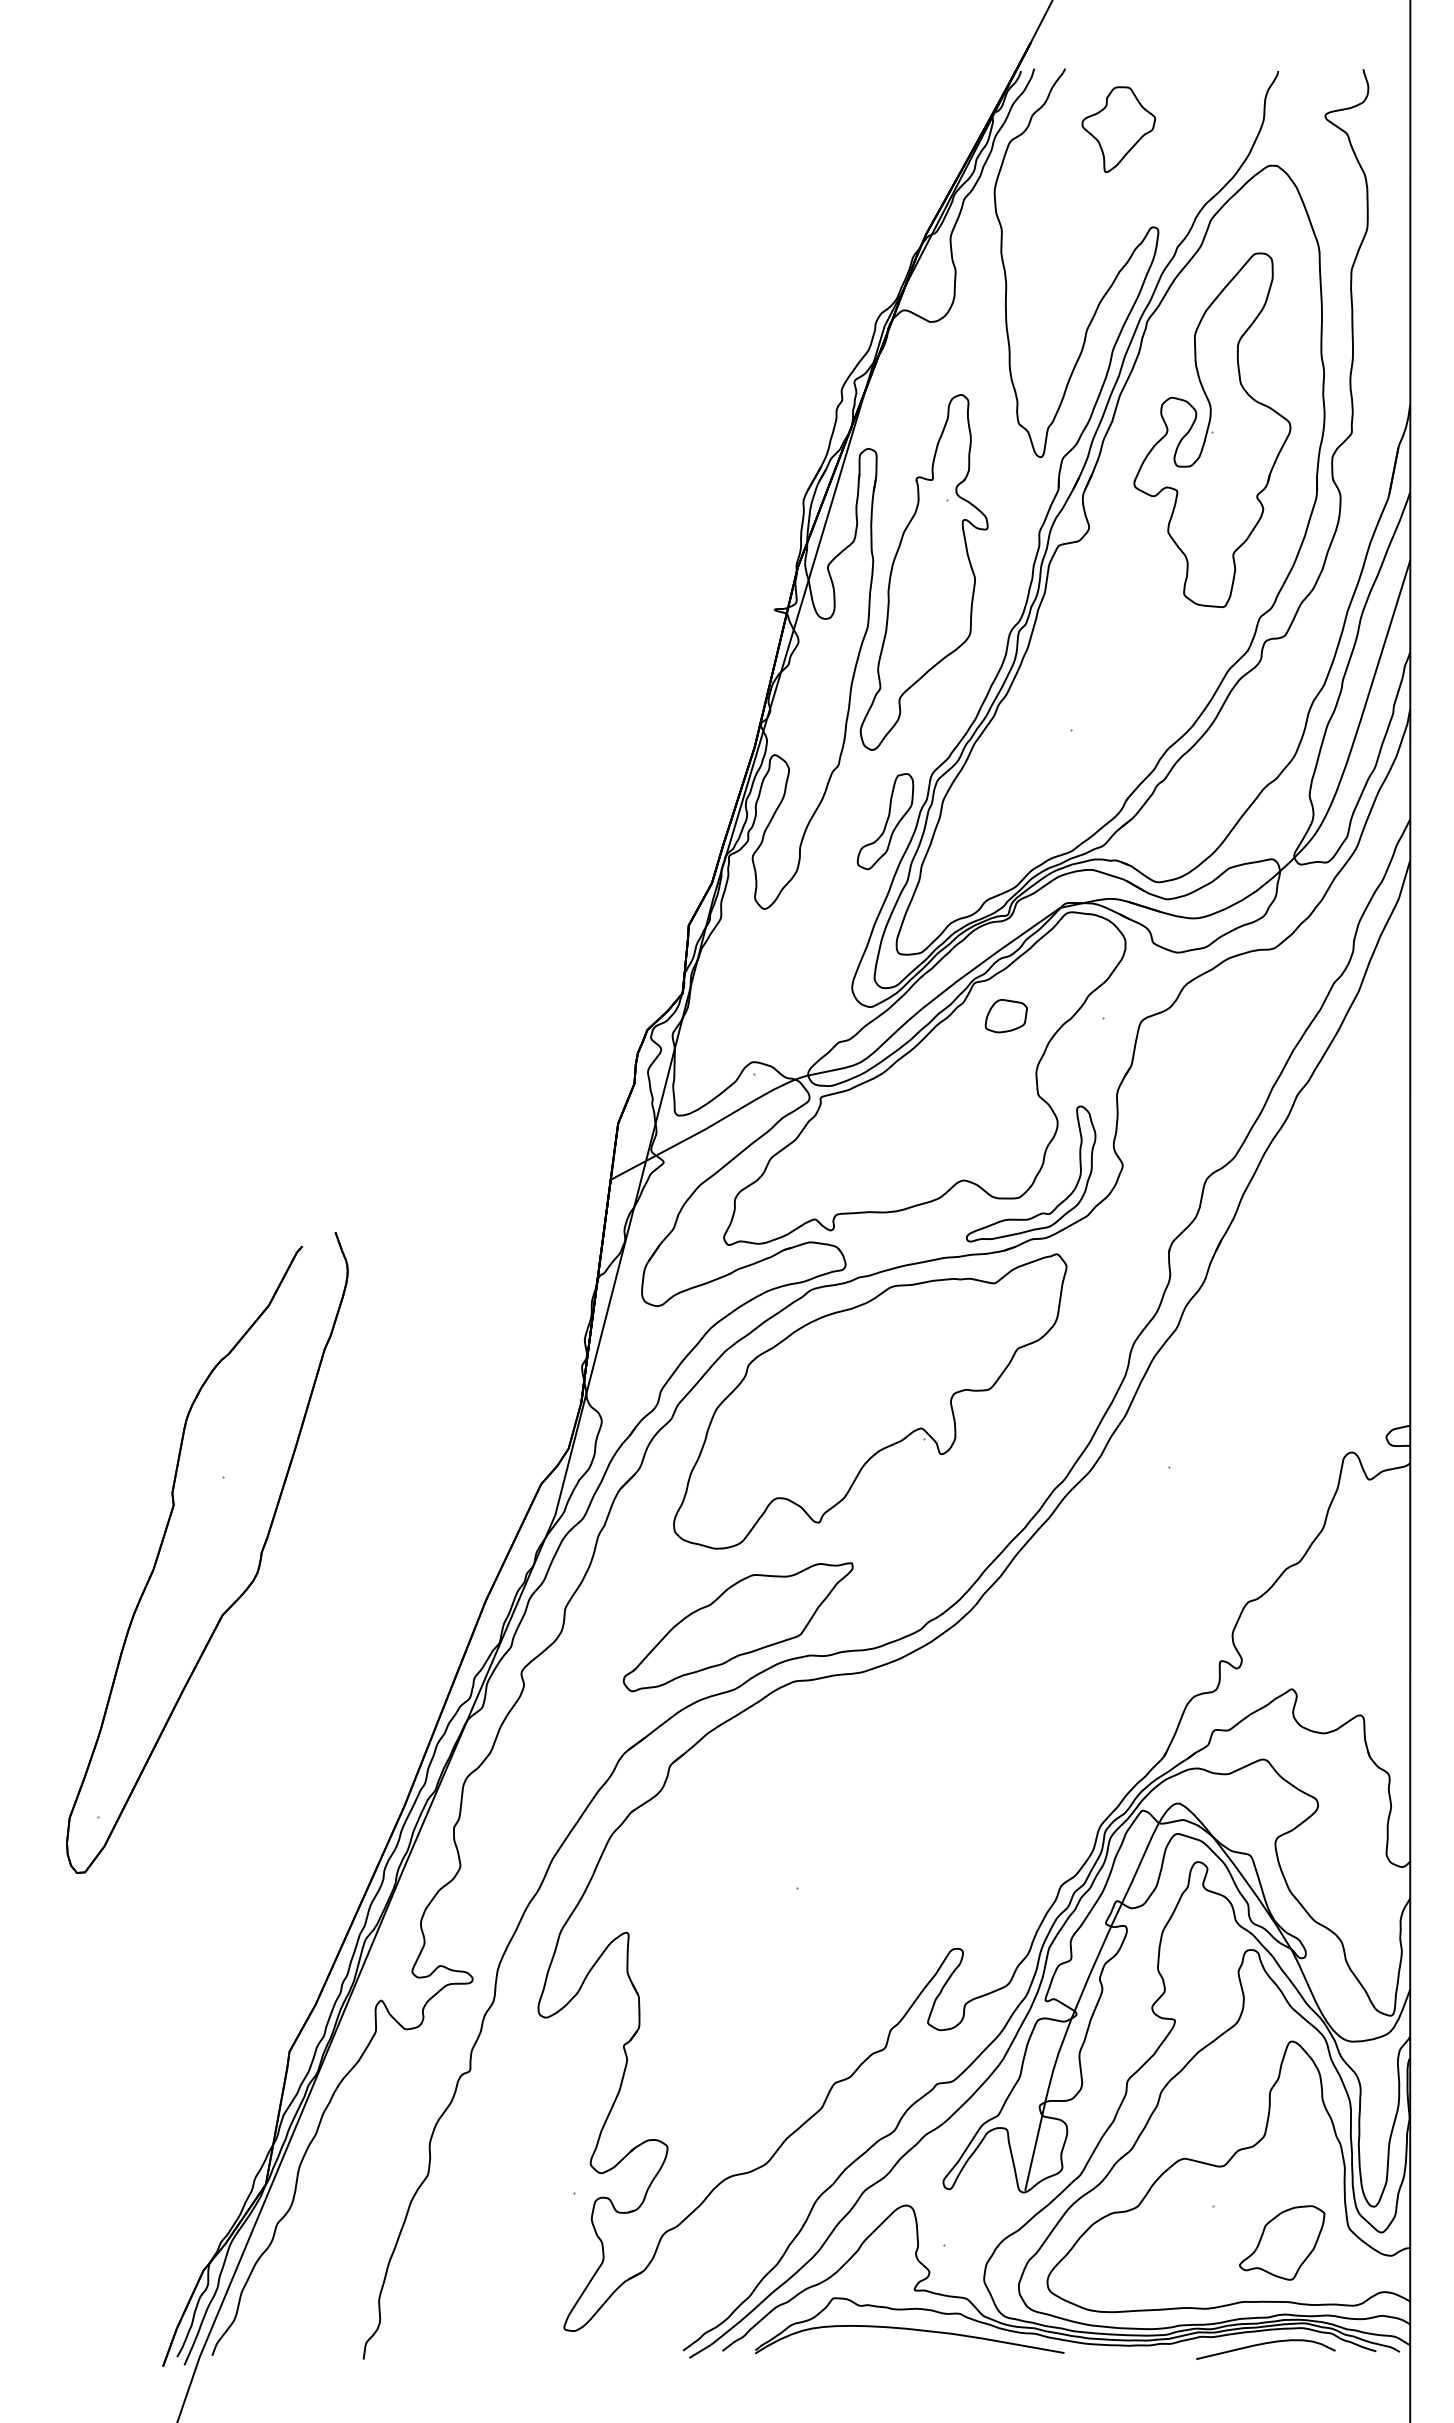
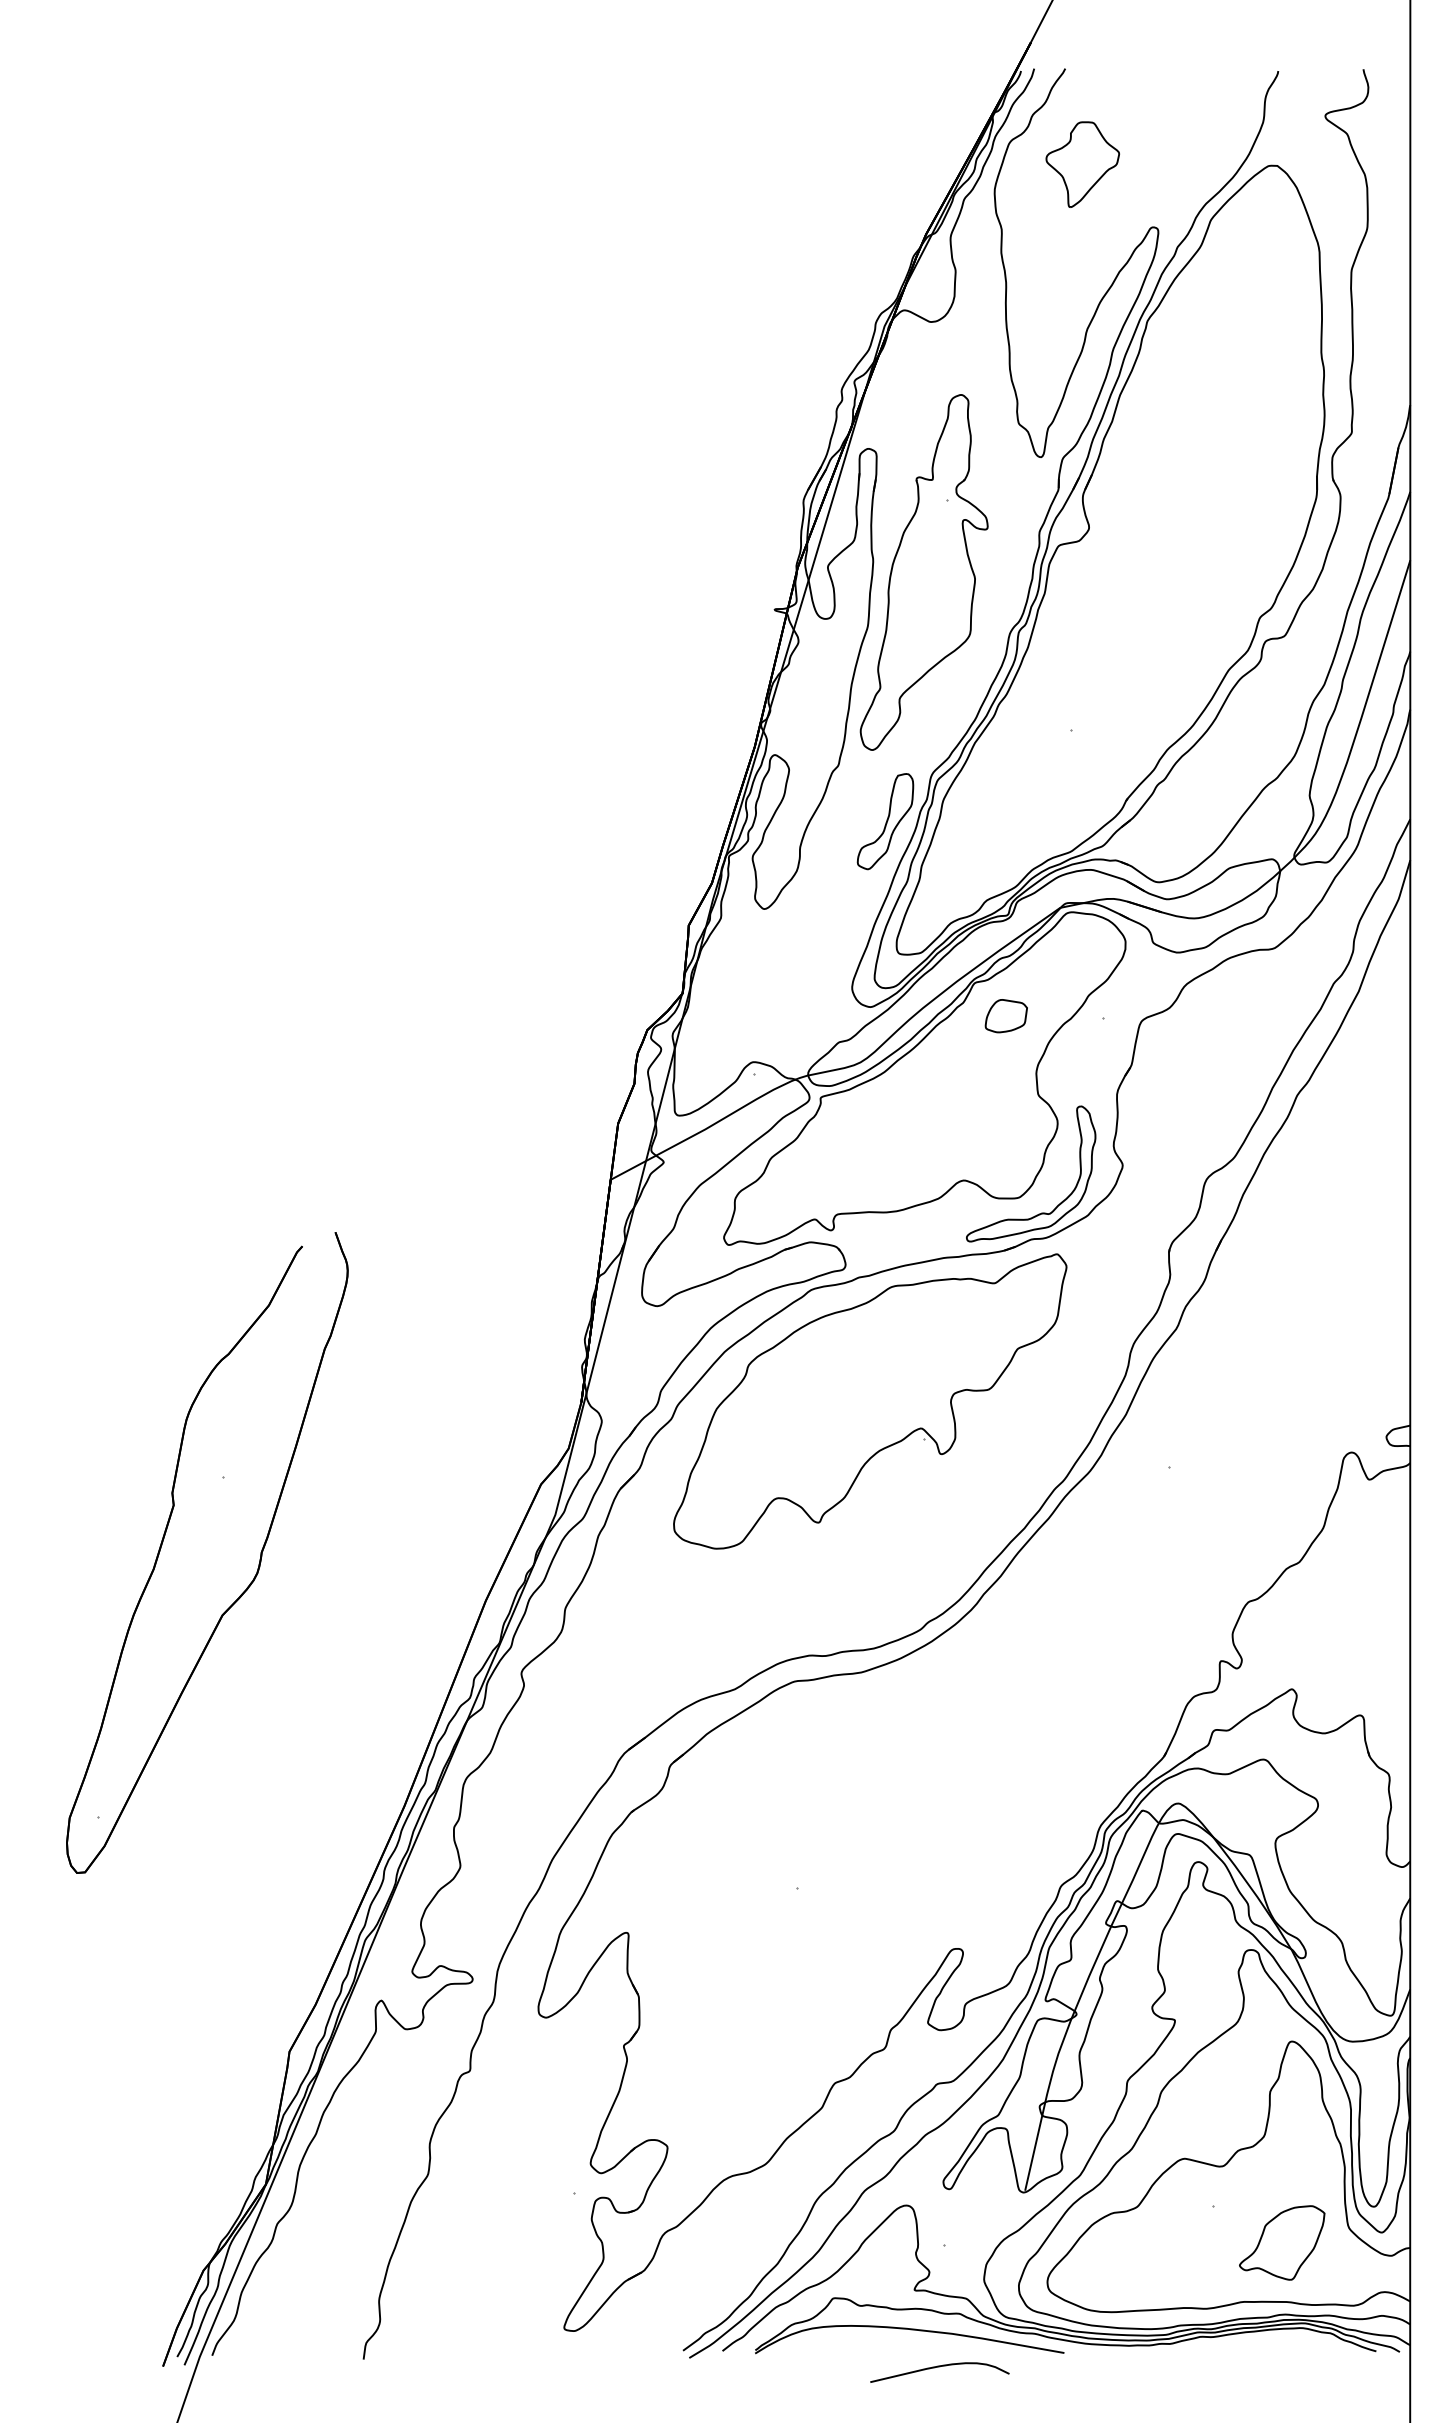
part at (1118, 129) position: (1118, 129) -> (1082, 164)
part at (1212, 430): present -> none
part at (738, 1627): present -> none
curve at (1265, 2344) position: (1265, 2344) -> (939, 2367)
